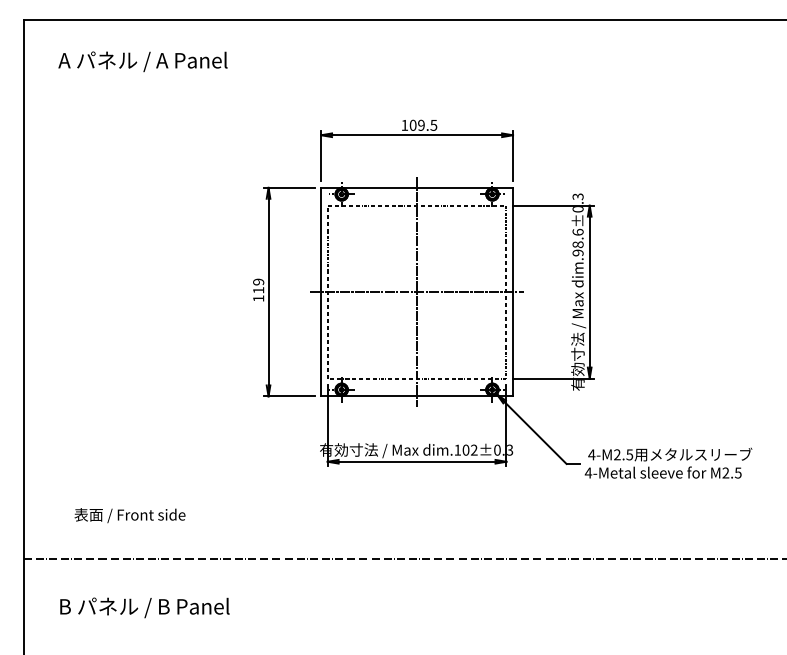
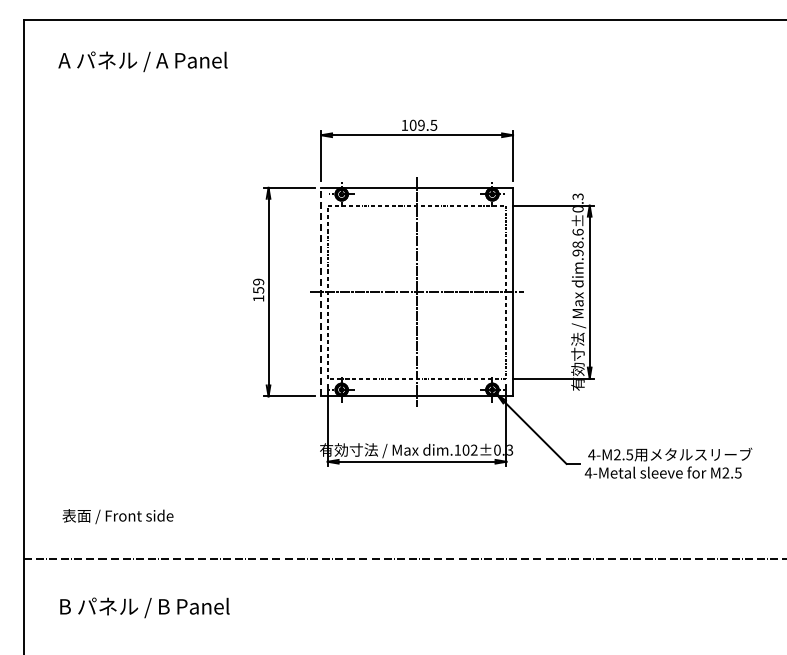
text at (258, 290): 119 -> 159
line at (321, 291): solid -> dashed
text at (129, 515) position: (129, 515) -> (117, 516)
